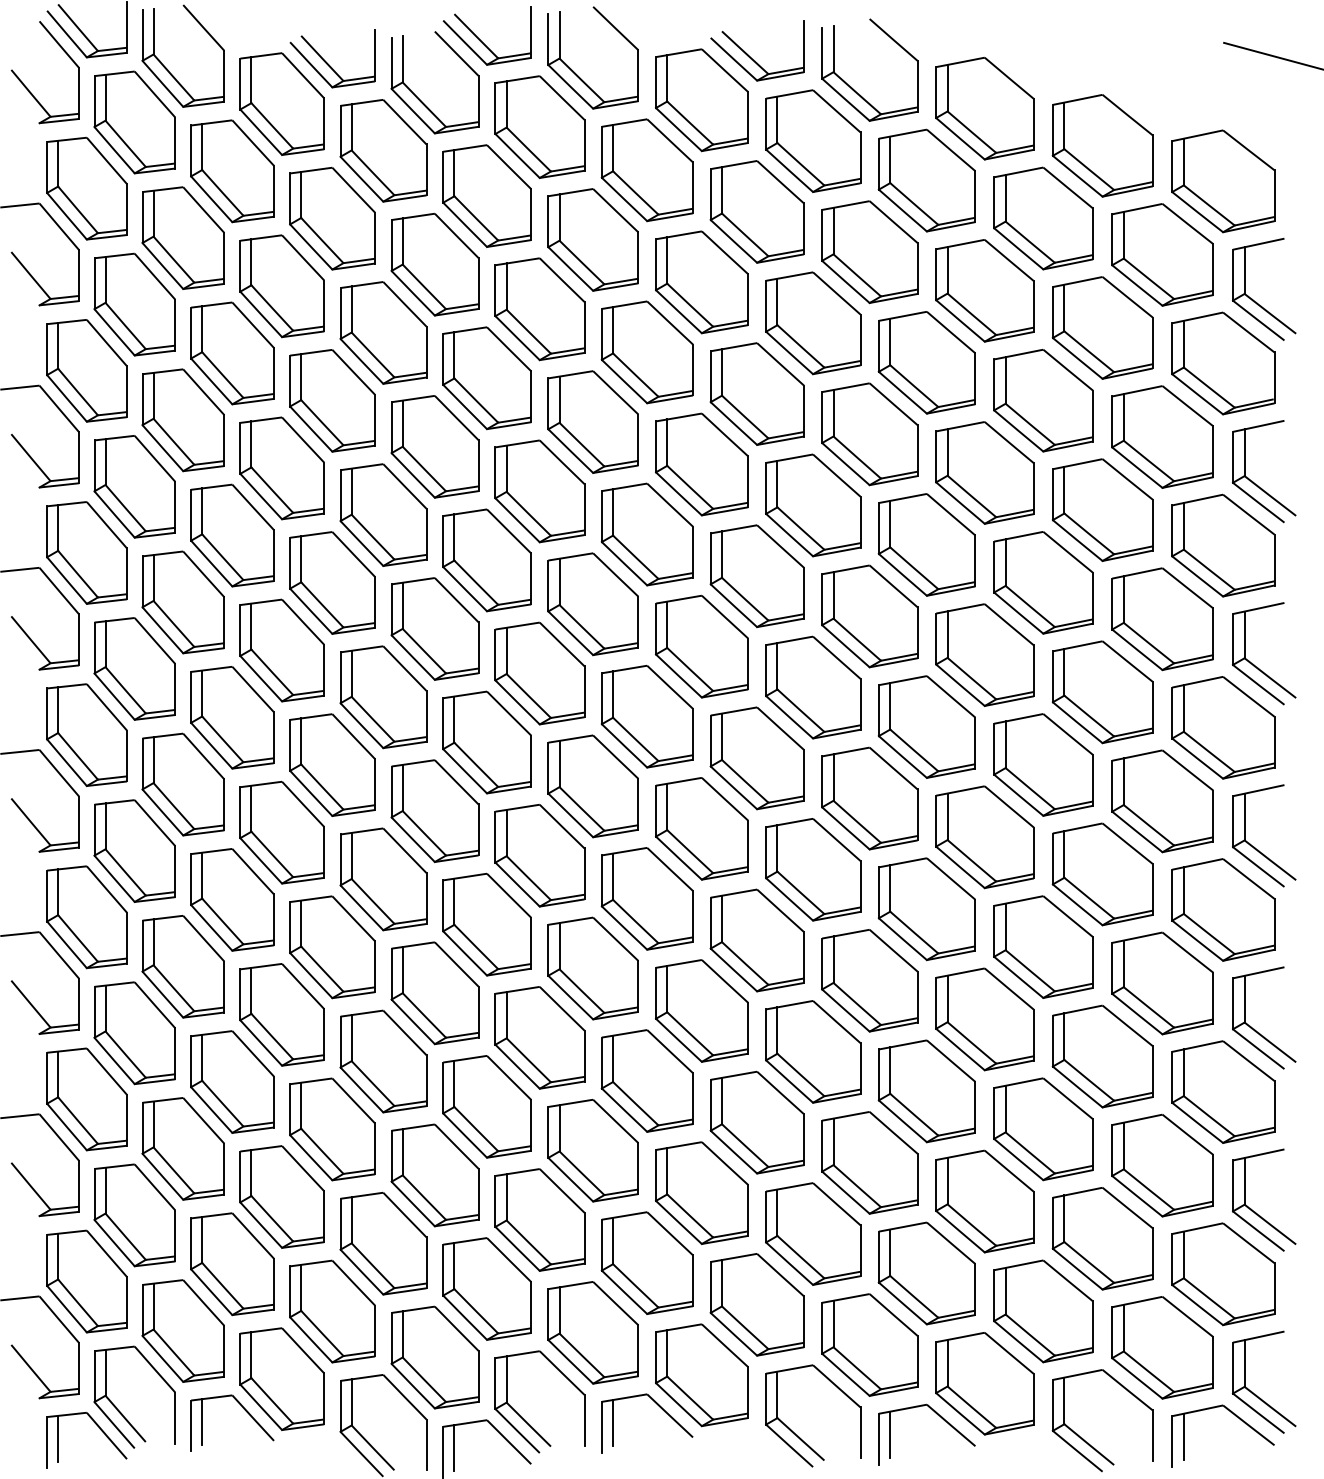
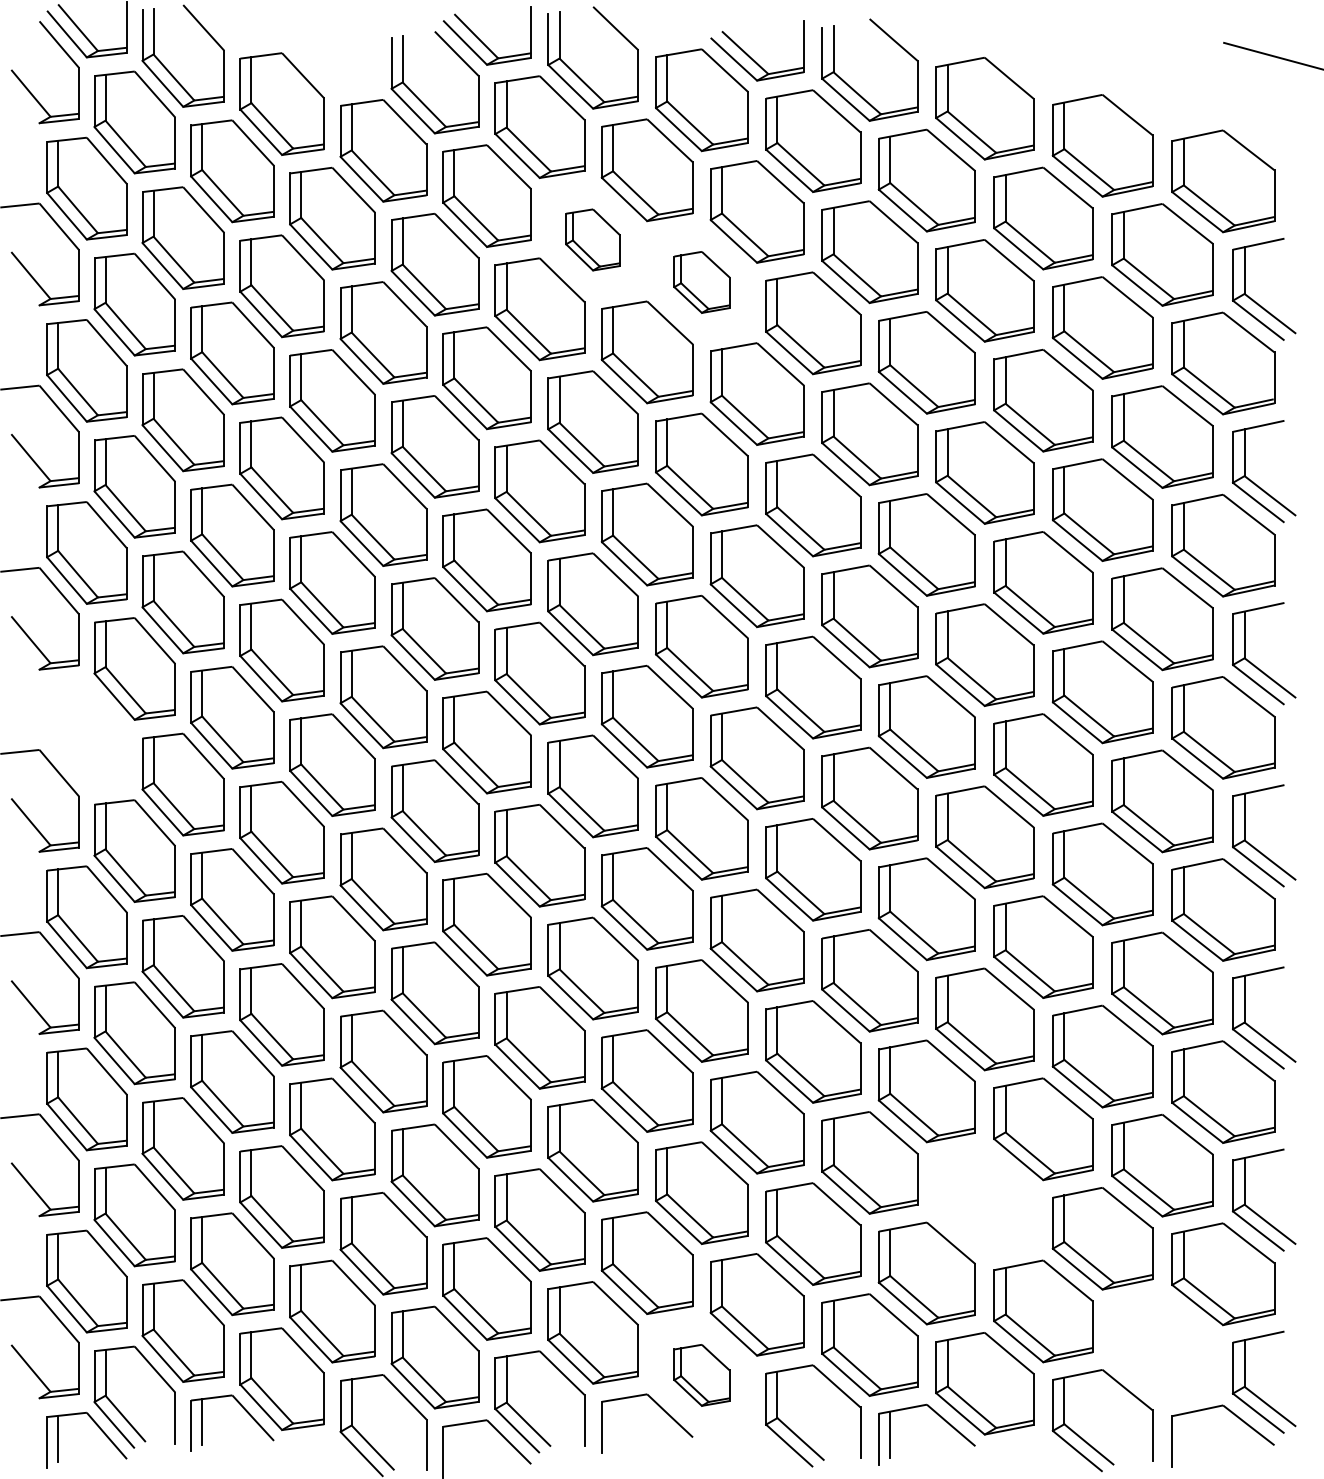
part at (327, 62): present -> none
part at (592, 239) size: 92x104 px -> 56x64 px
part at (701, 282) size: 94x105 px -> 58x63 px
part at (86, 735): present -> none
part at (984, 1201): present -> none
part at (1162, 1347): present -> none
part at (701, 1375) size: 94x105 px -> 58x63 px
line at (613, 1423): present -> none
line at (1183, 1436): present -> none
line at (454, 1448): present -> none
